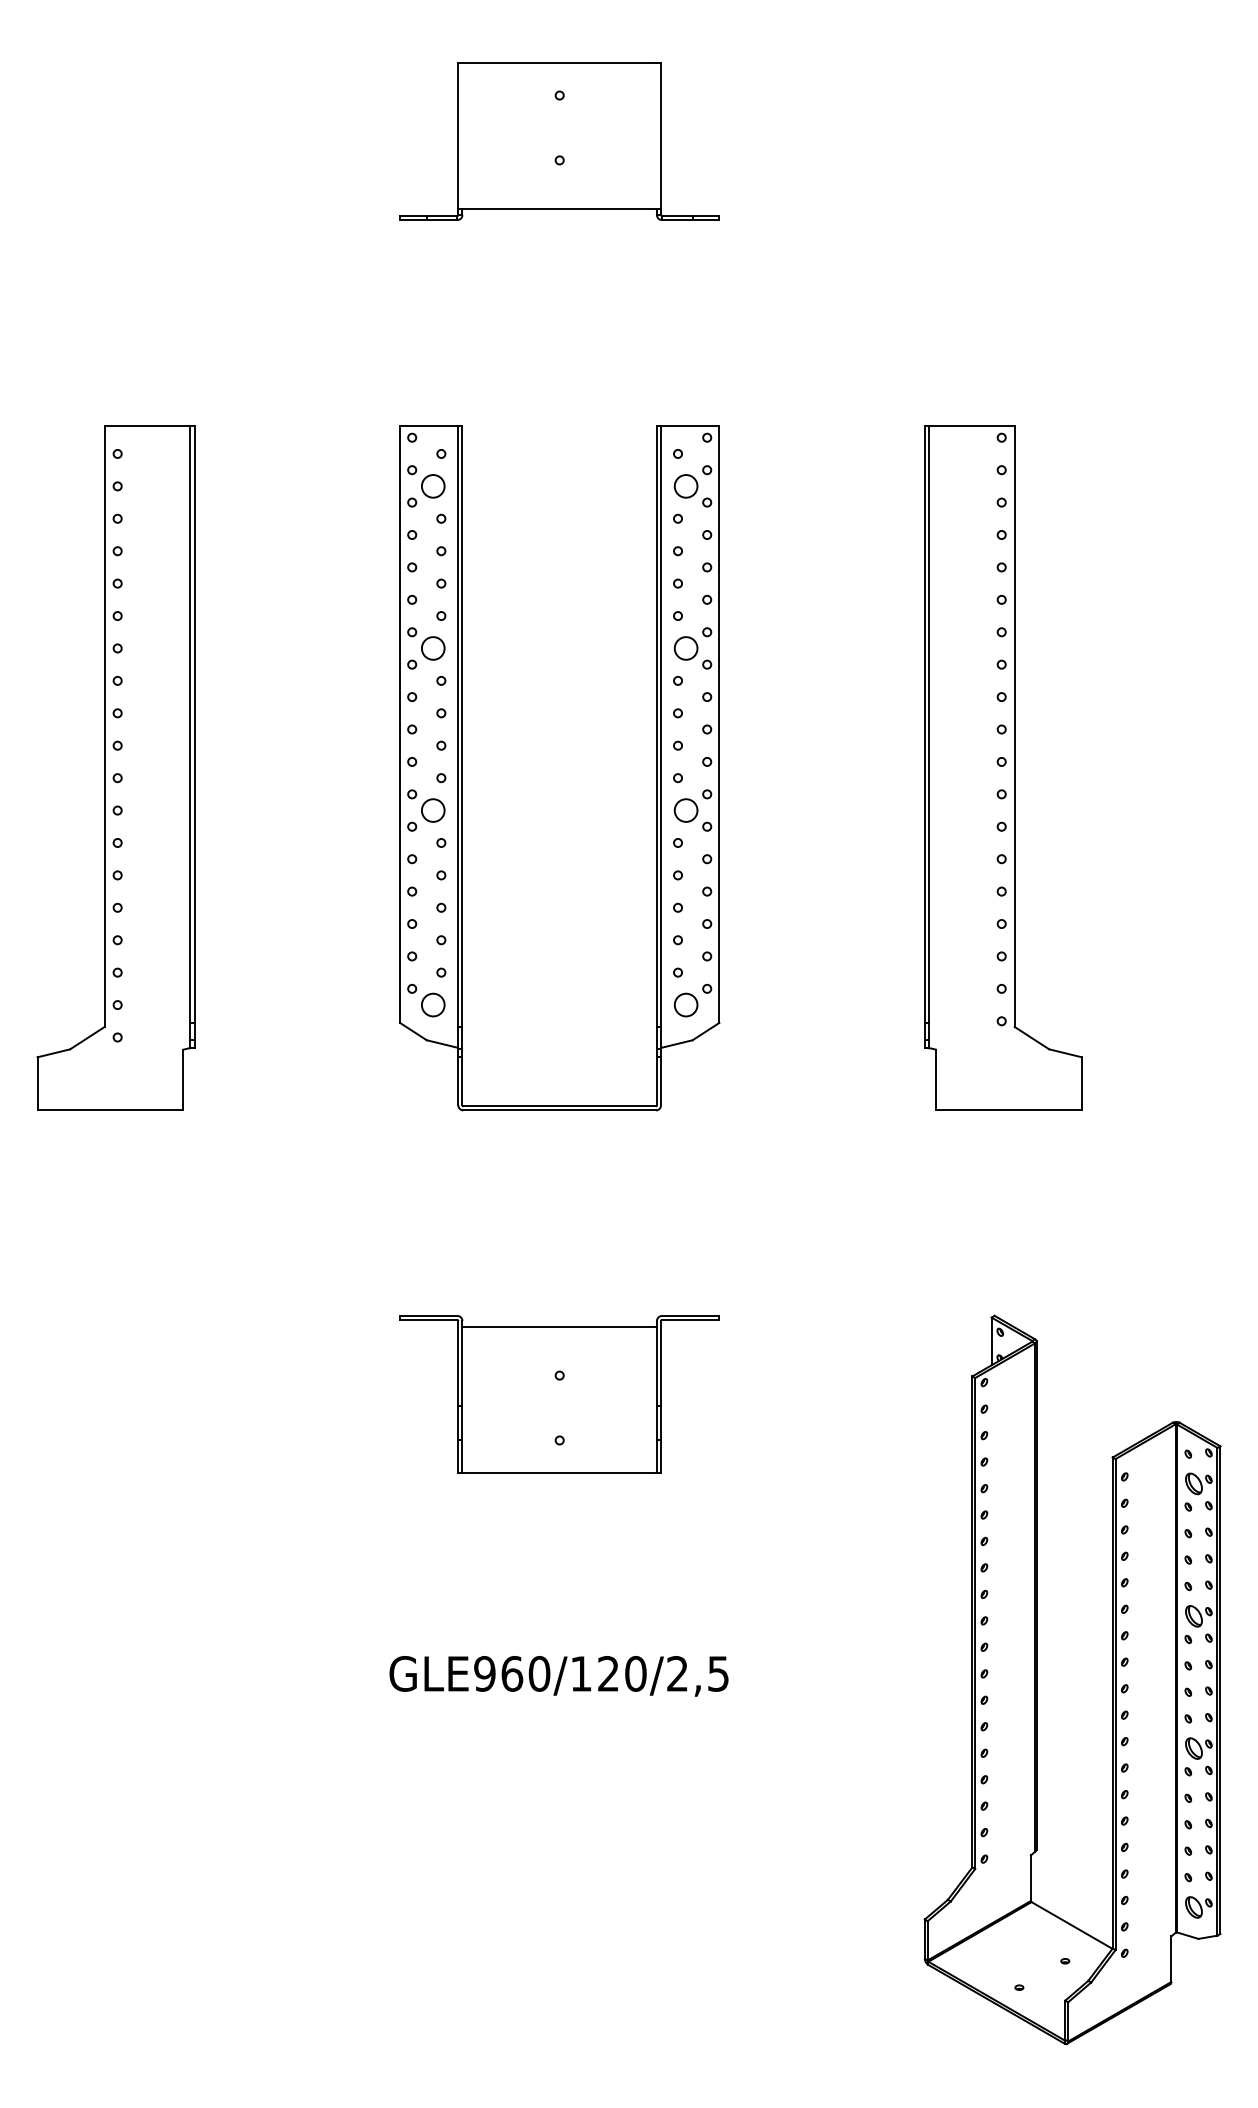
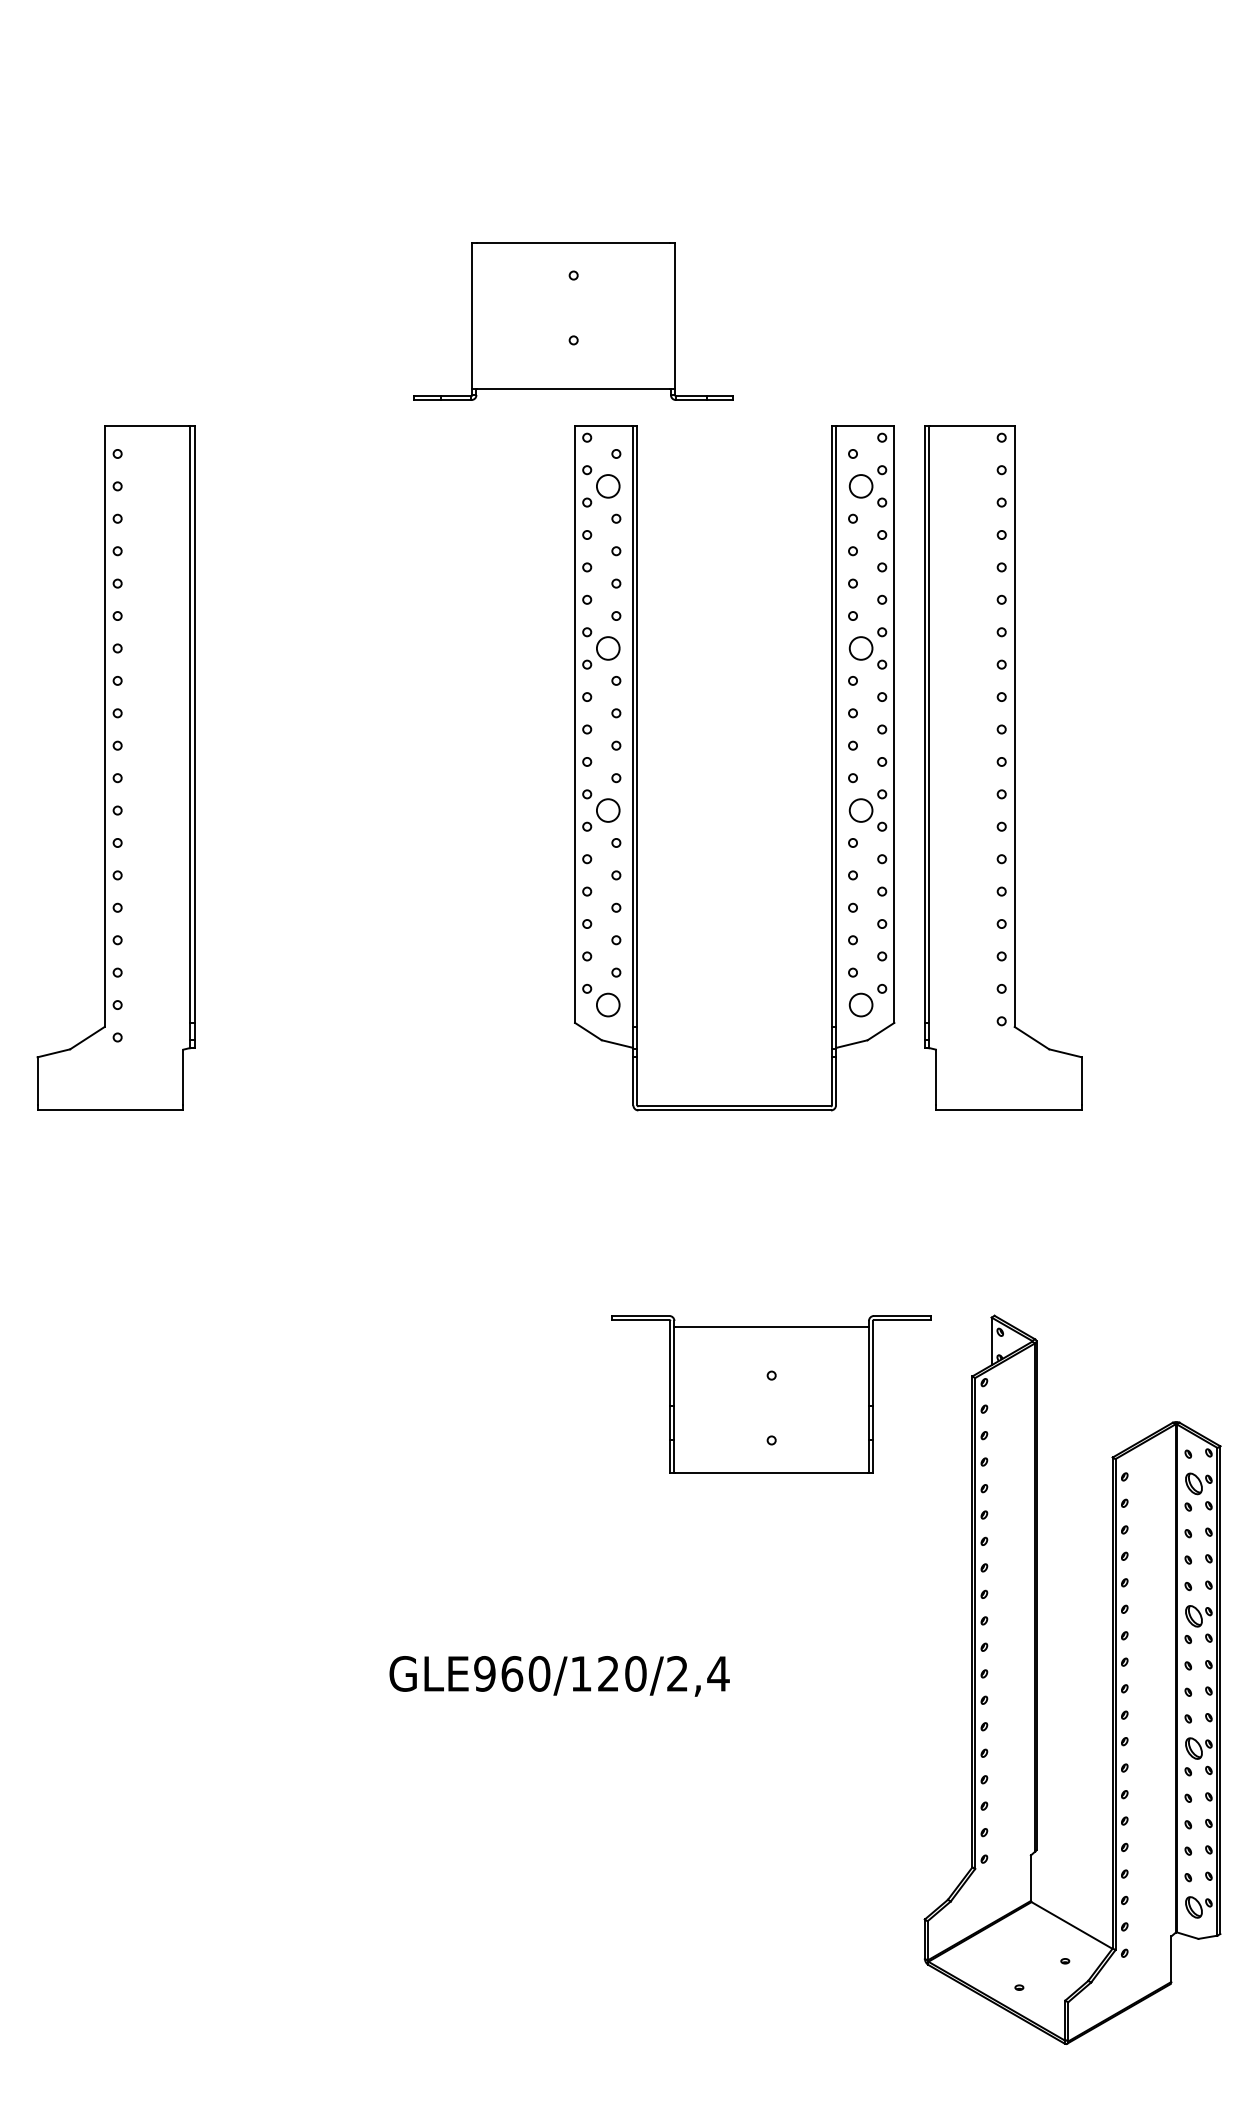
part at (559, 141) position: (559, 141) -> (573, 321)
part at (462, 768) position: (462, 768) -> (637, 768)
part at (559, 1394) position: (559, 1394) -> (771, 1394)
text at (718, 1673): GLE960/120/2,5 -> GLE960/120/2,4
